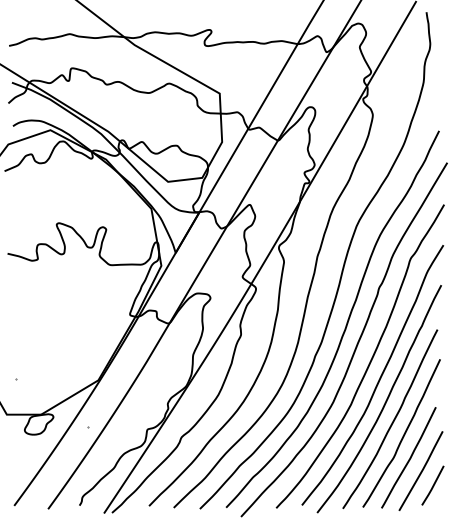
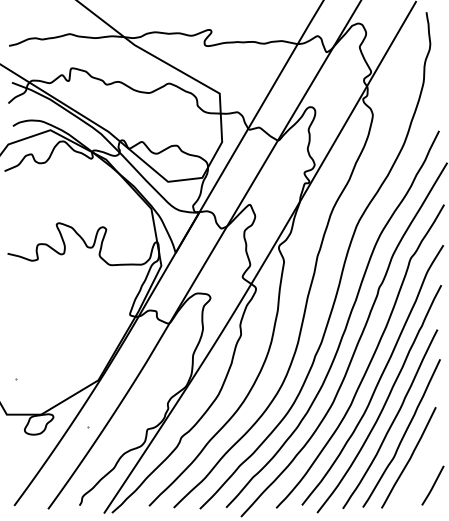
line at (421, 470): present -> none
